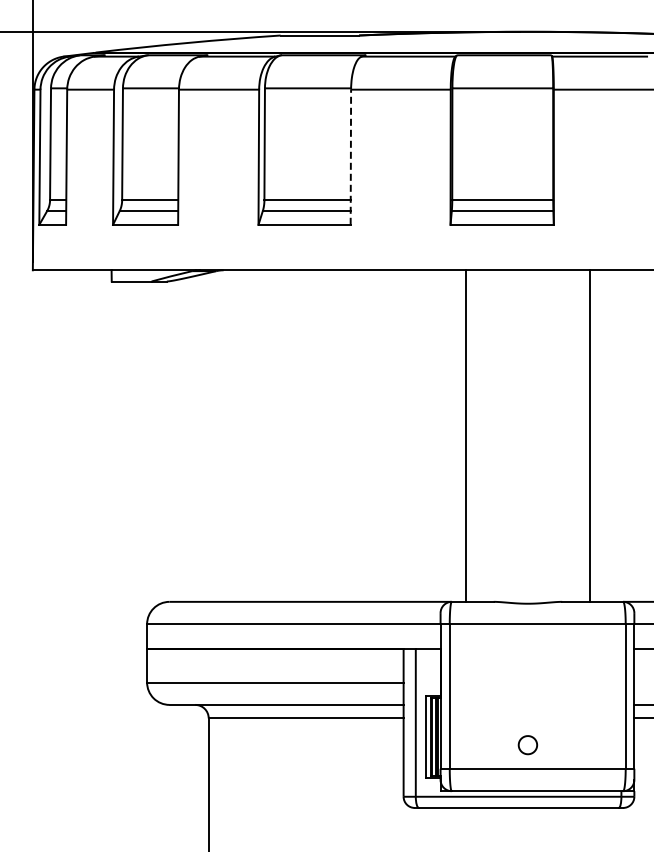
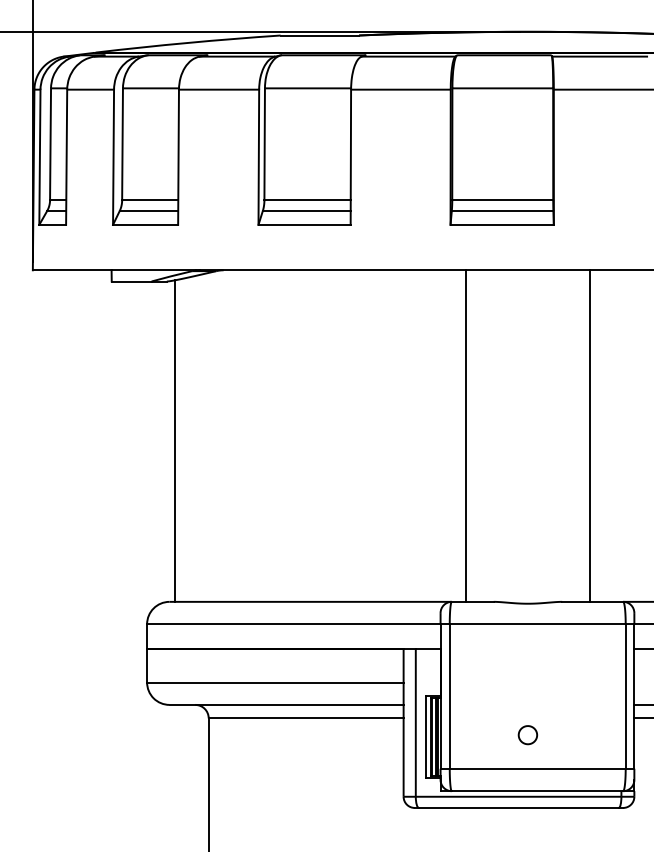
line at (350, 157): dashed -> solid
line at (175, 440): none -> present
part at (527, 745) position: (527, 745) -> (527, 735)
